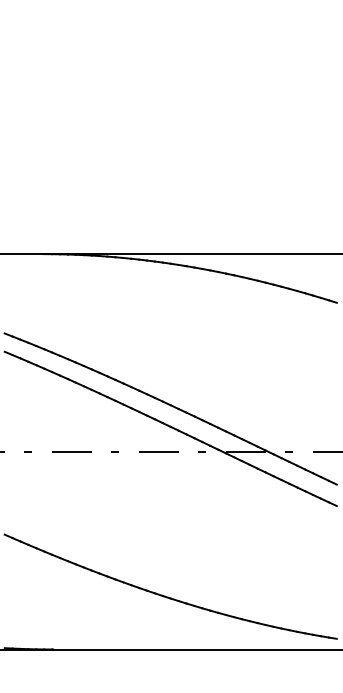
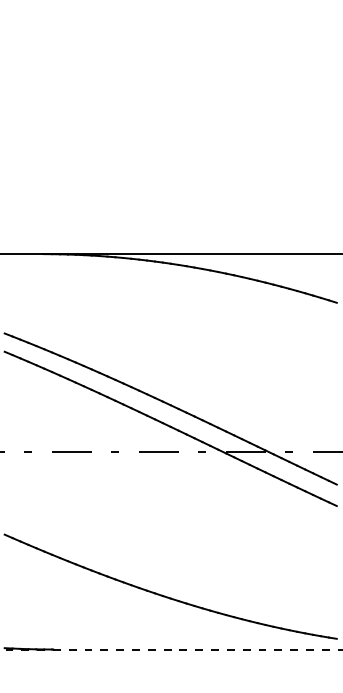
line at (171, 649): solid -> dashed
